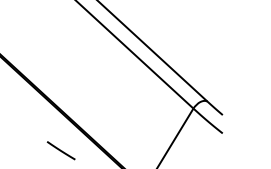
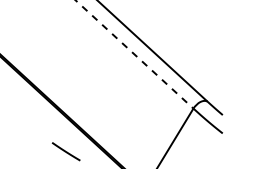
line at (134, 54): solid -> dashed
line at (60, 150) position: (60, 150) -> (65, 151)
